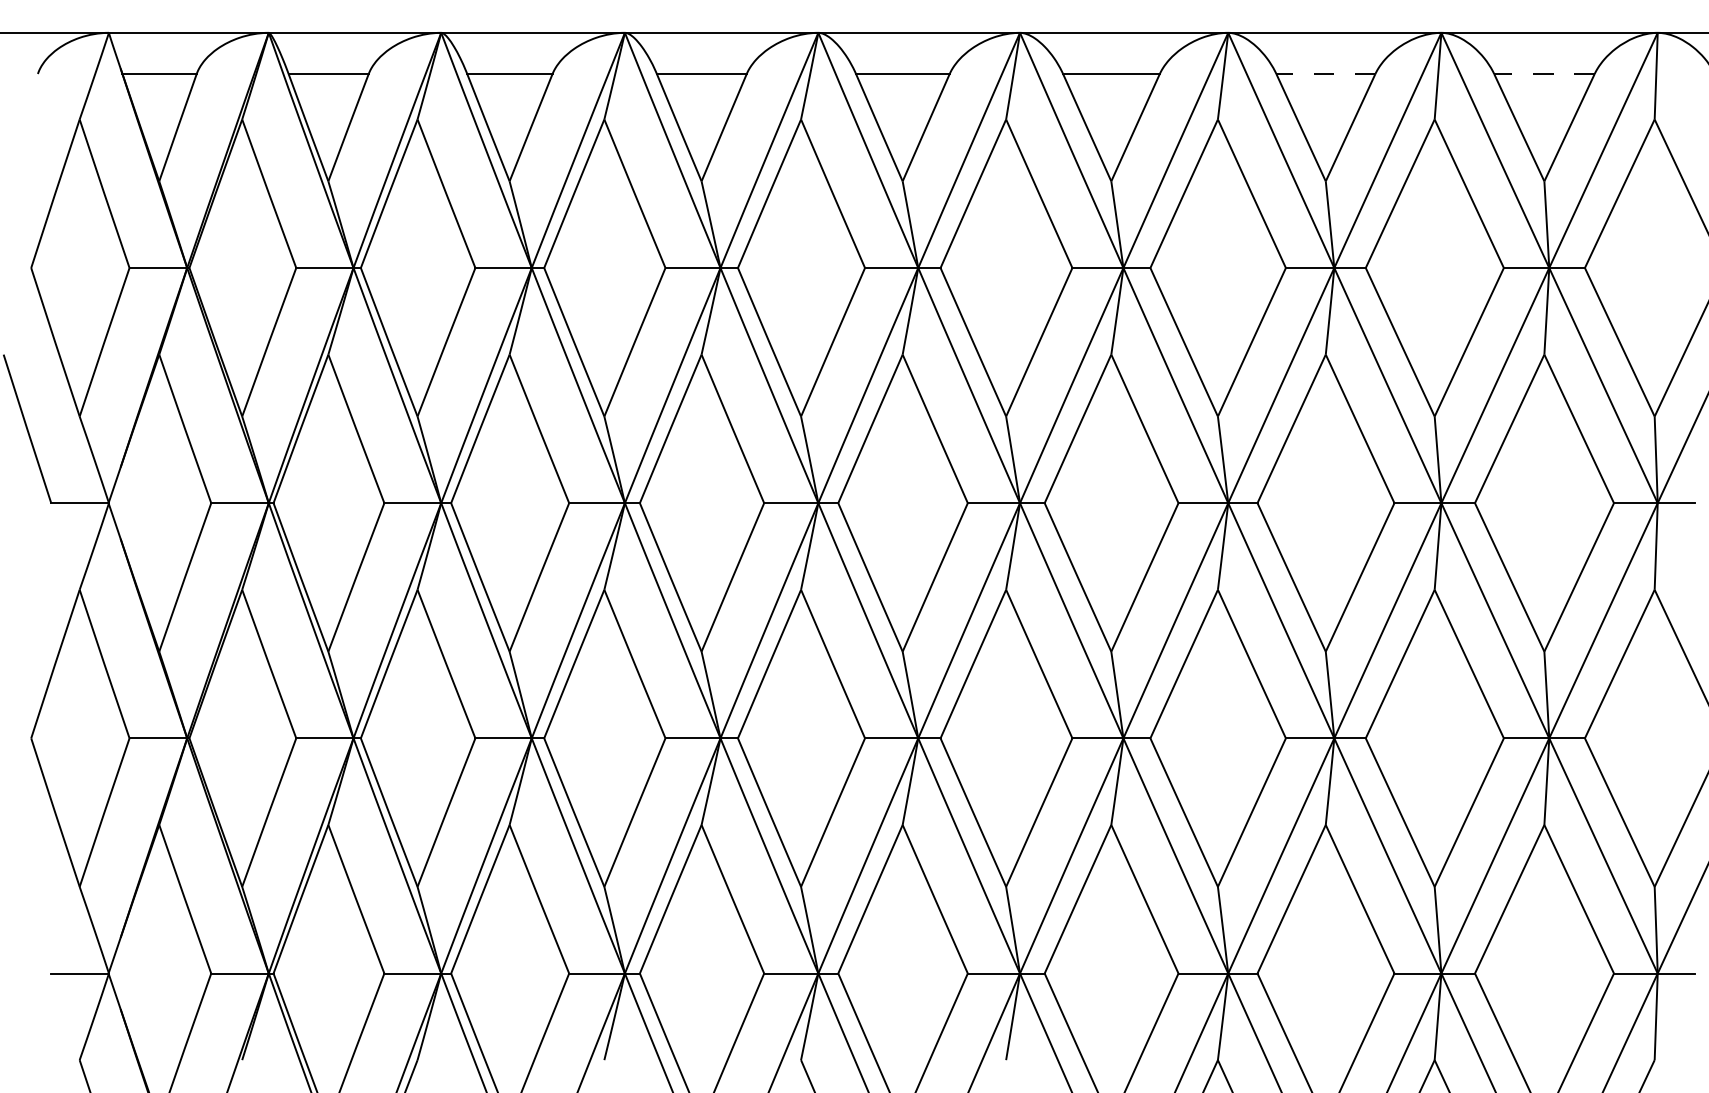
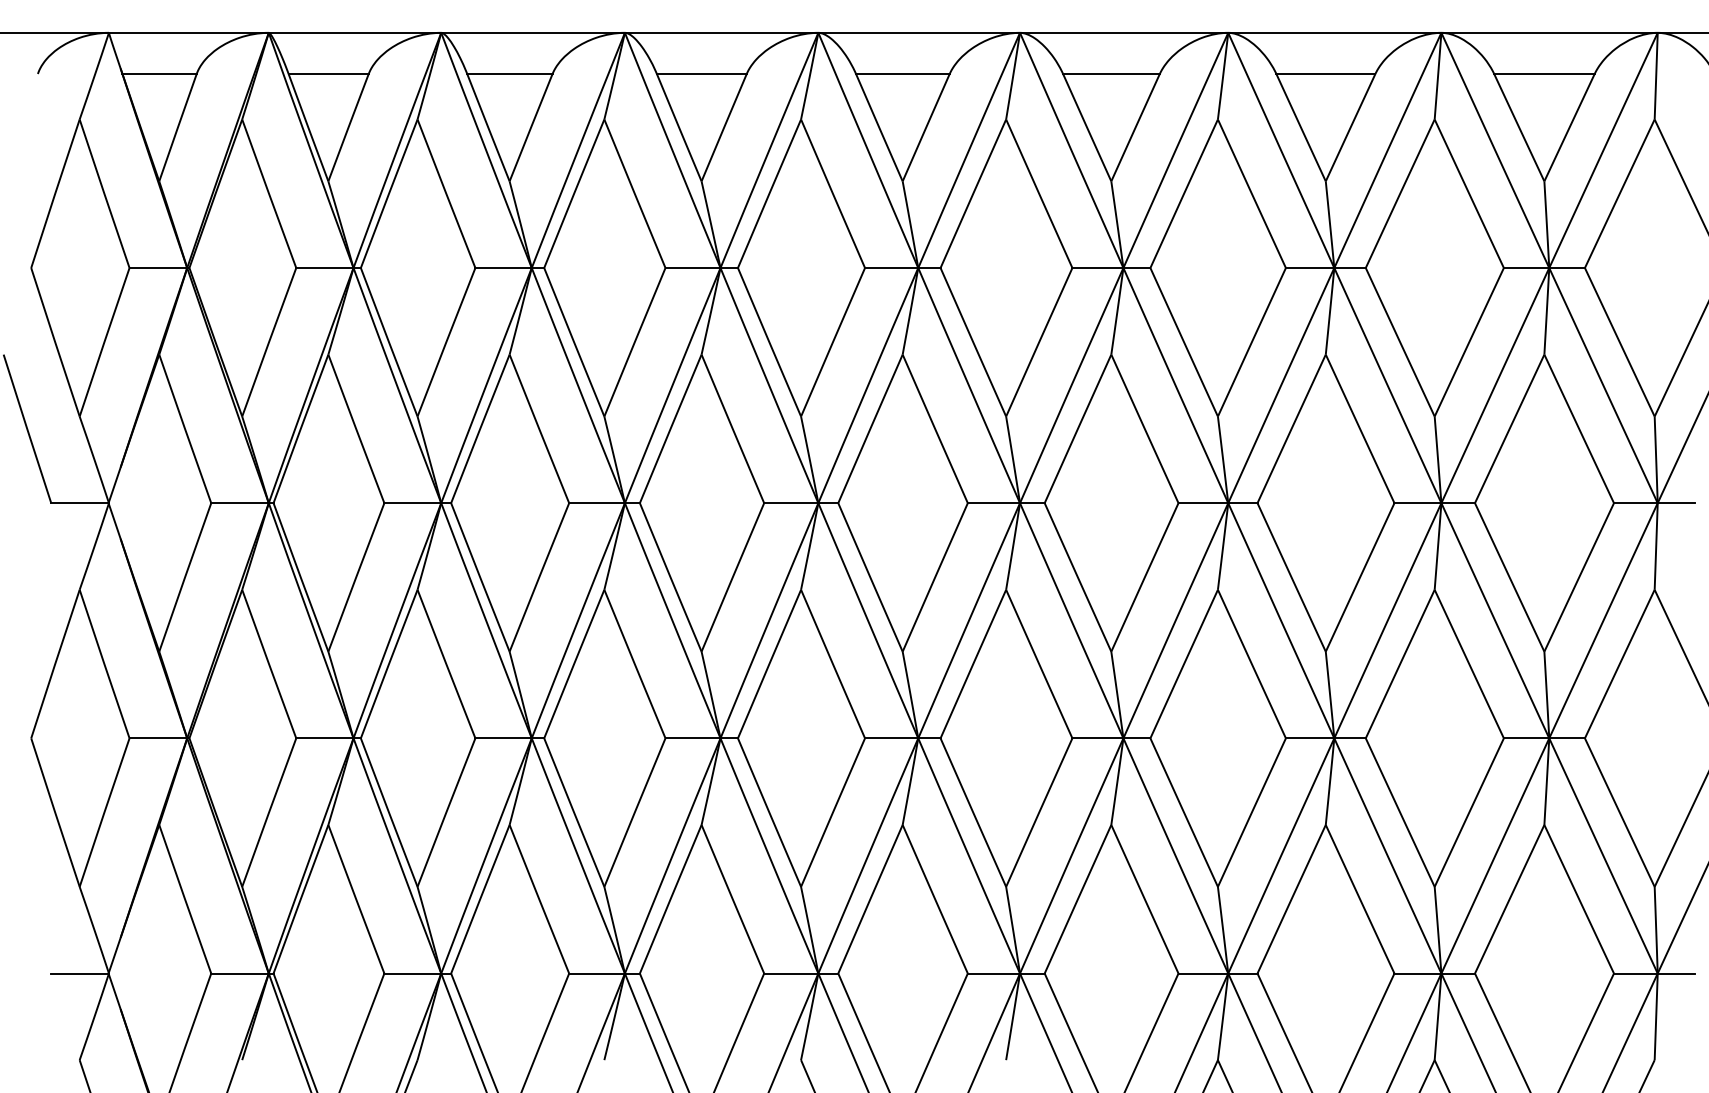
line at (1325, 74): dashed -> solid
line at (1543, 74): dashed -> solid
